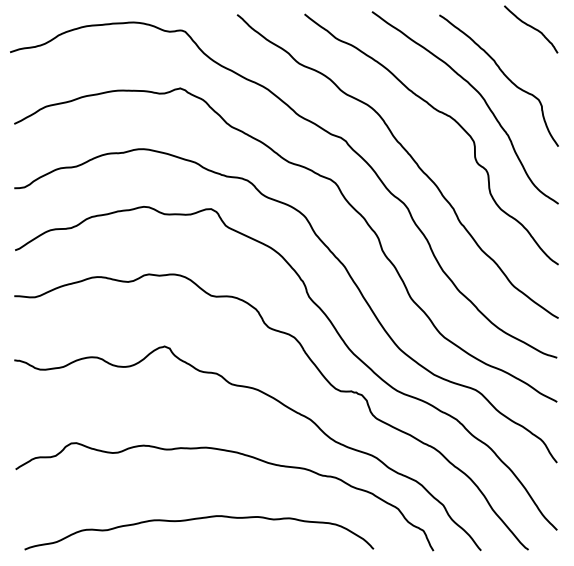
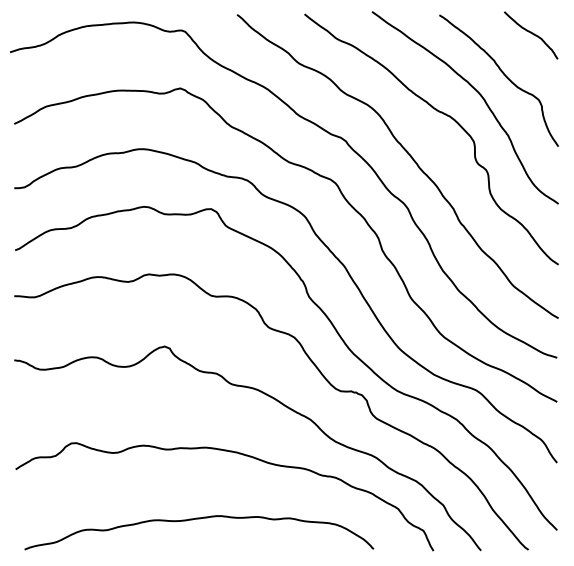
curve at (532, 28) position: (532, 28) -> (532, 34)
